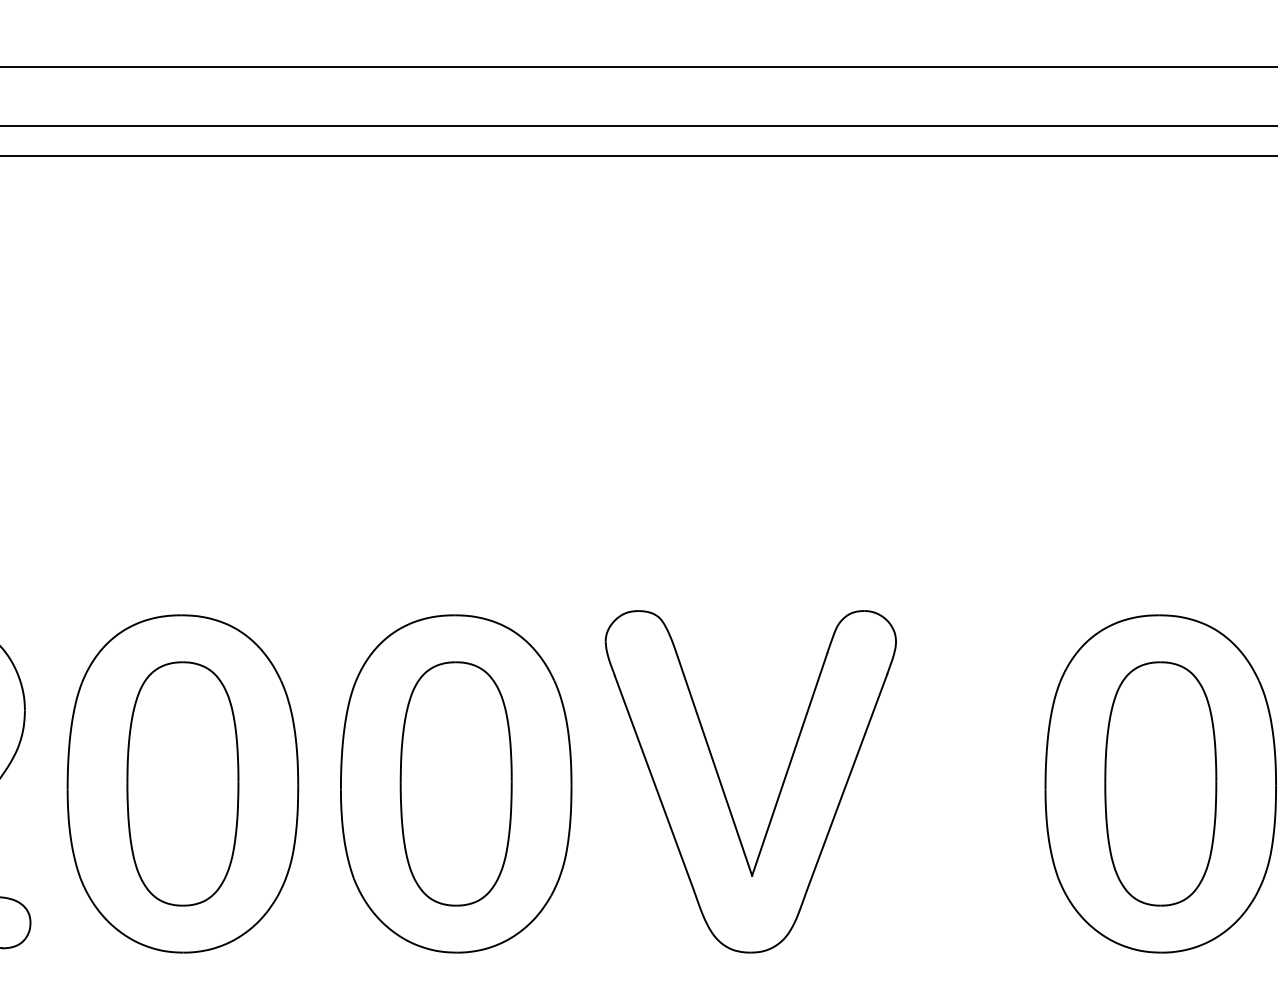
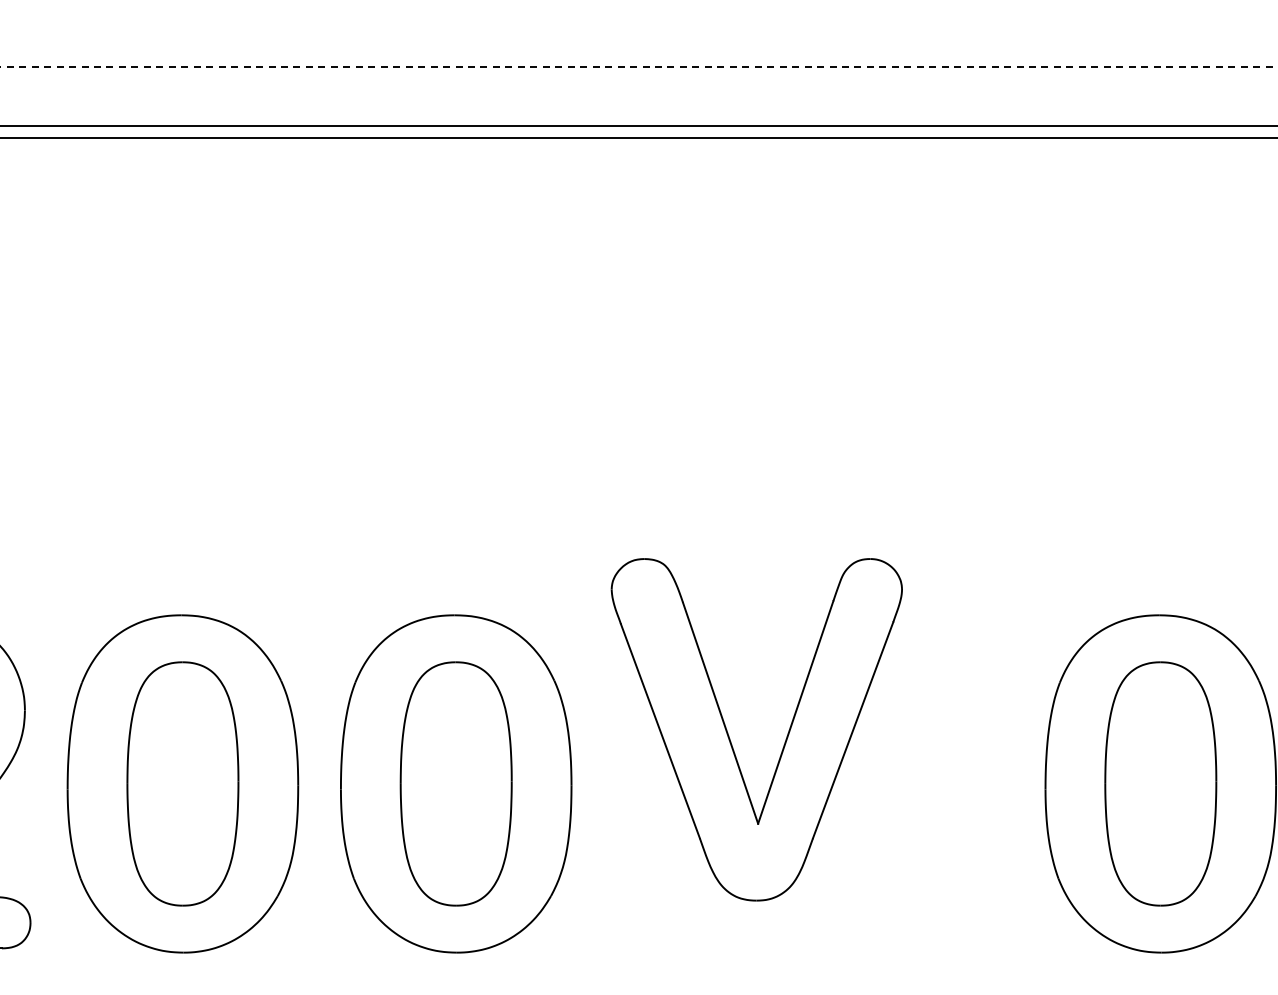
line at (638, 67): solid -> dashed
line at (638, 155) position: (638, 155) -> (638, 137)
part at (724, 790) position: (724, 790) -> (730, 738)
